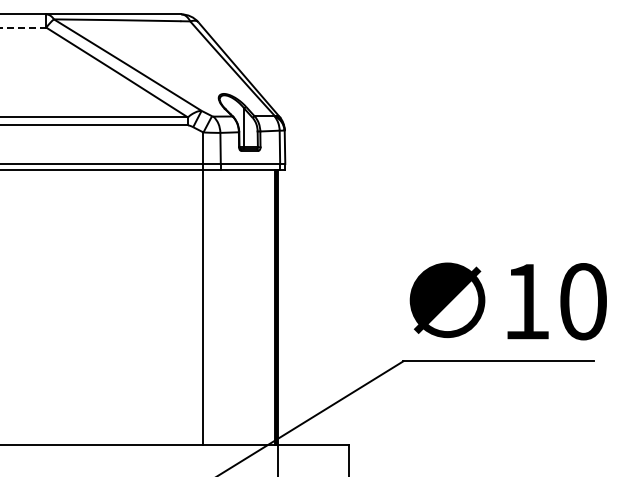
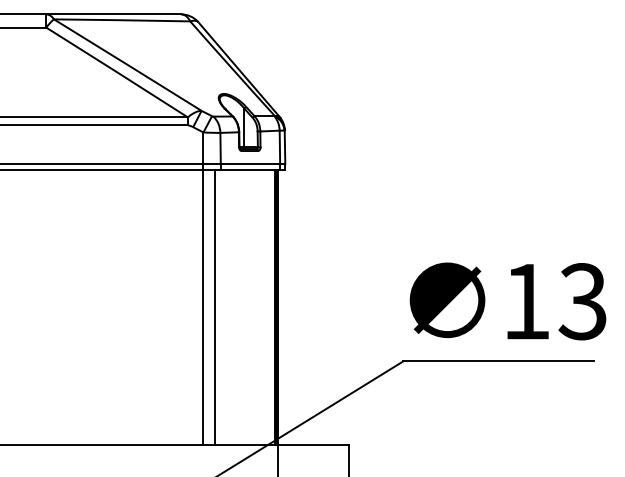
line at (23, 27): dashed -> solid
text at (582, 301): 10 -> 13
line at (215, 306): none -> present
